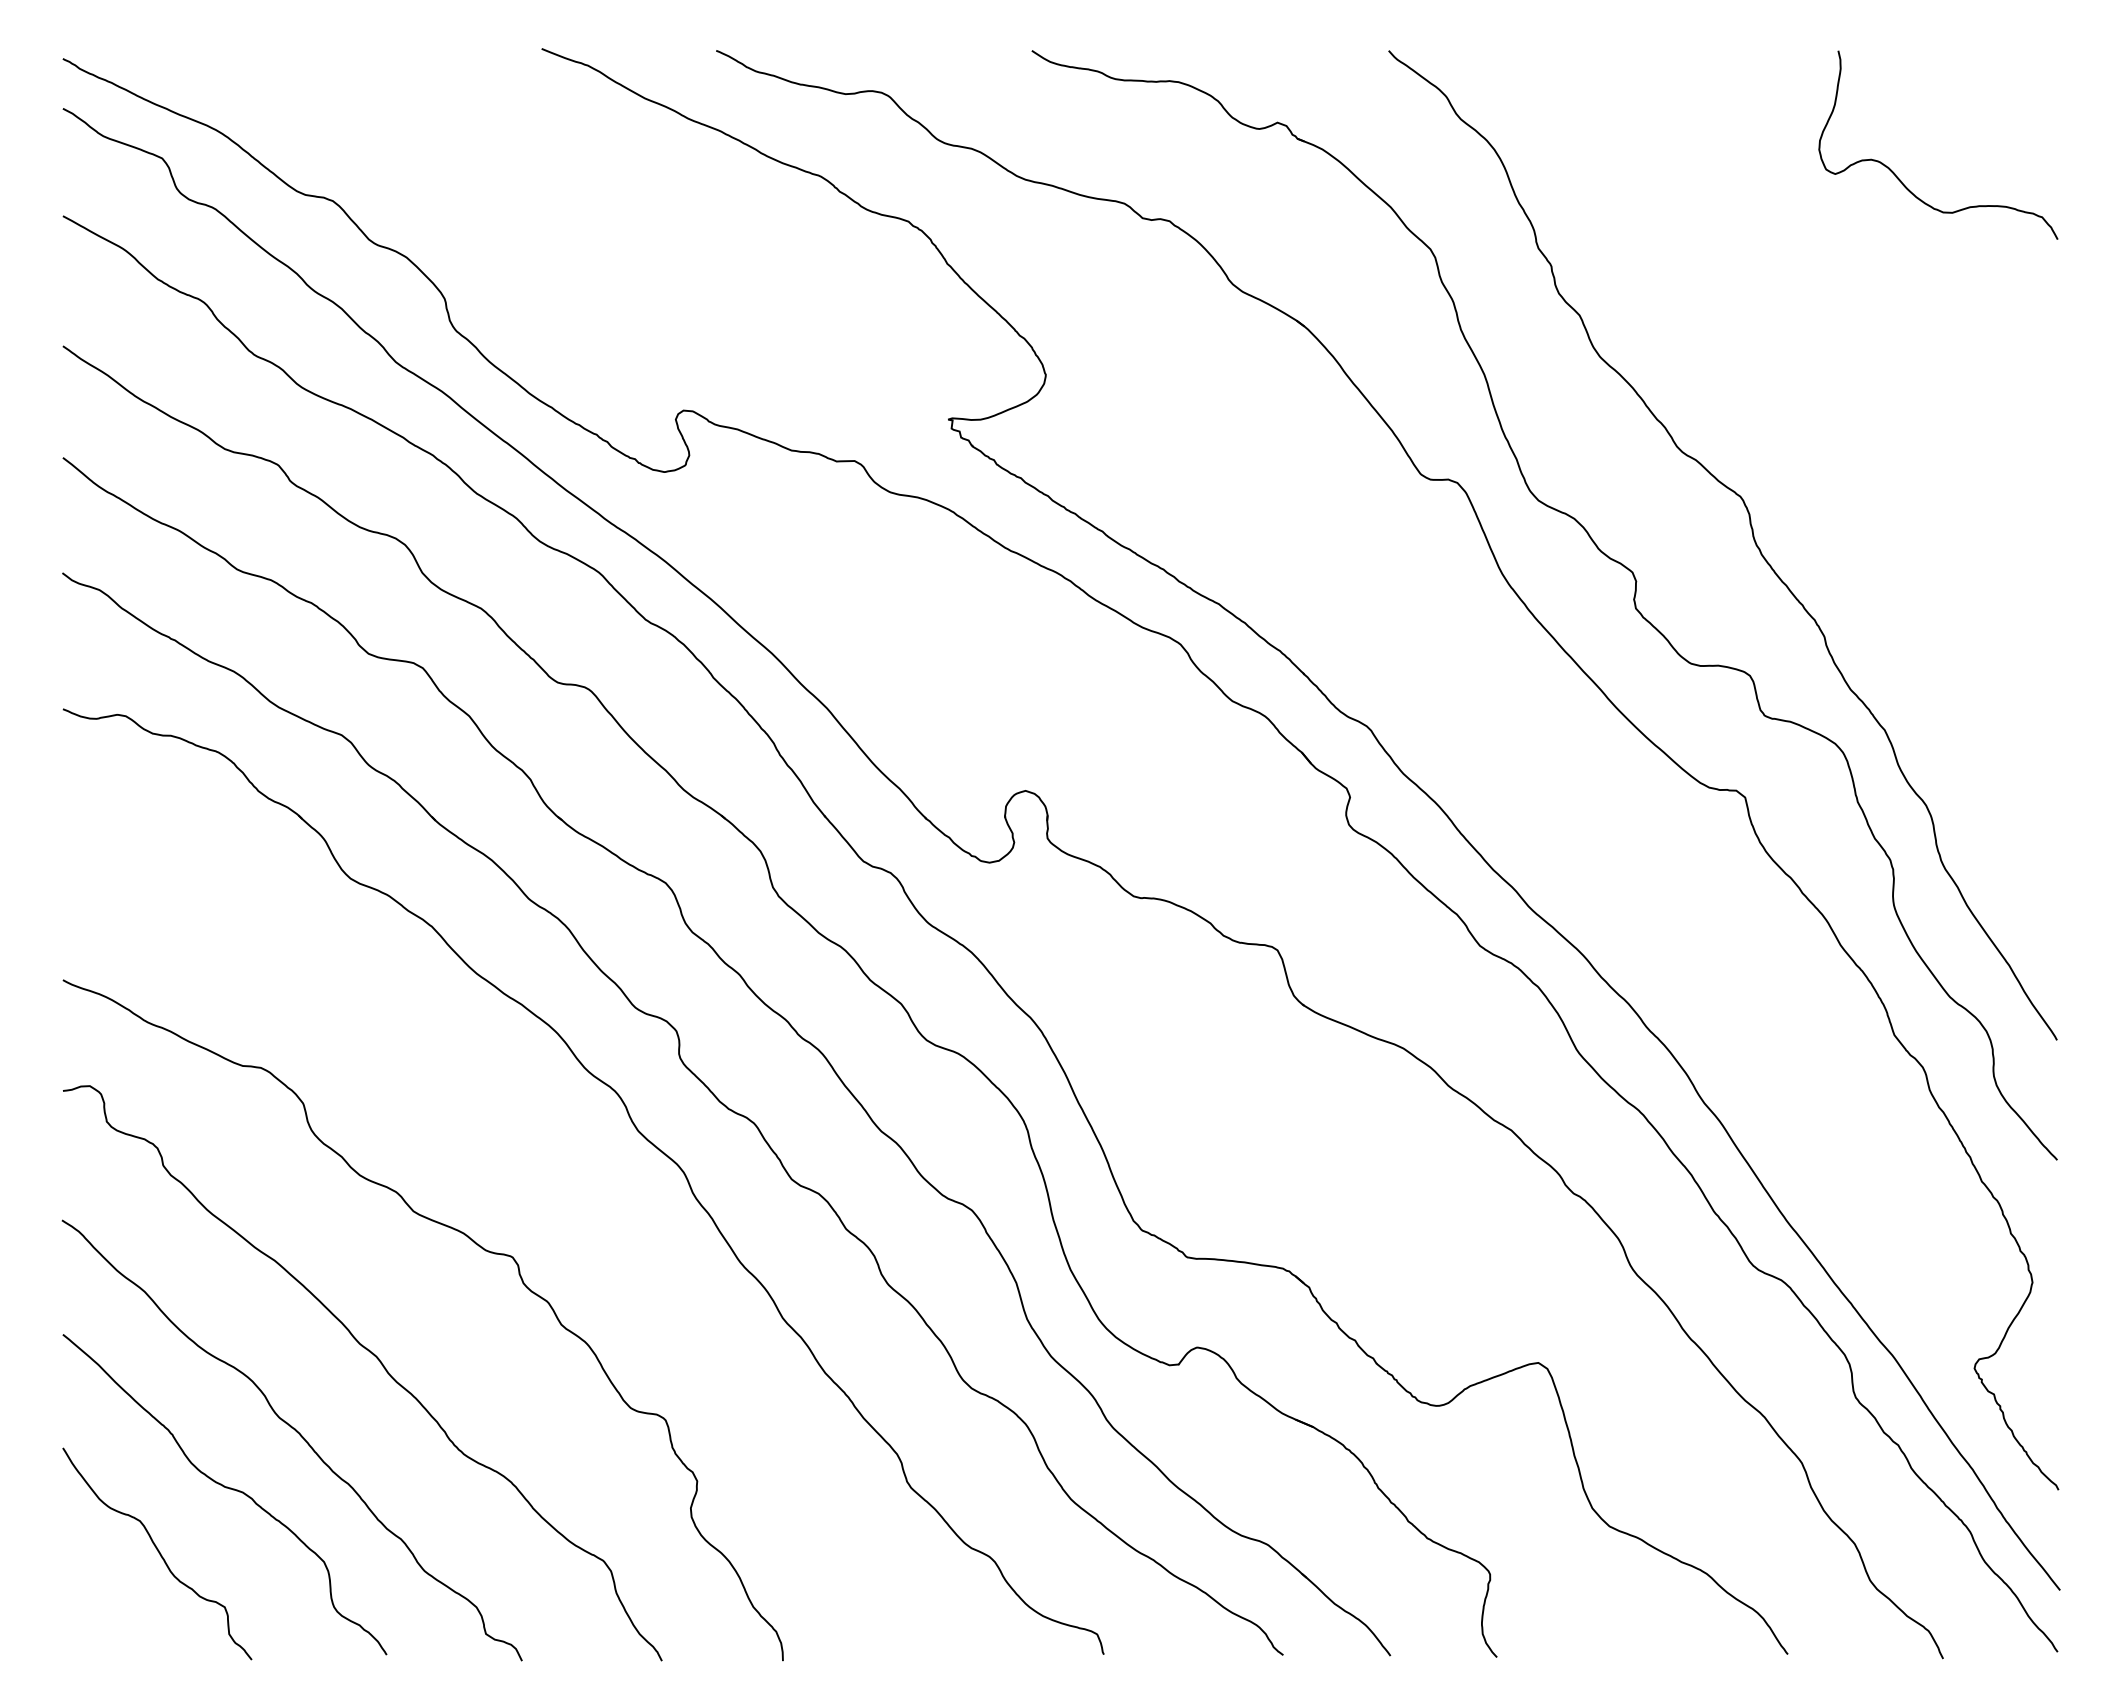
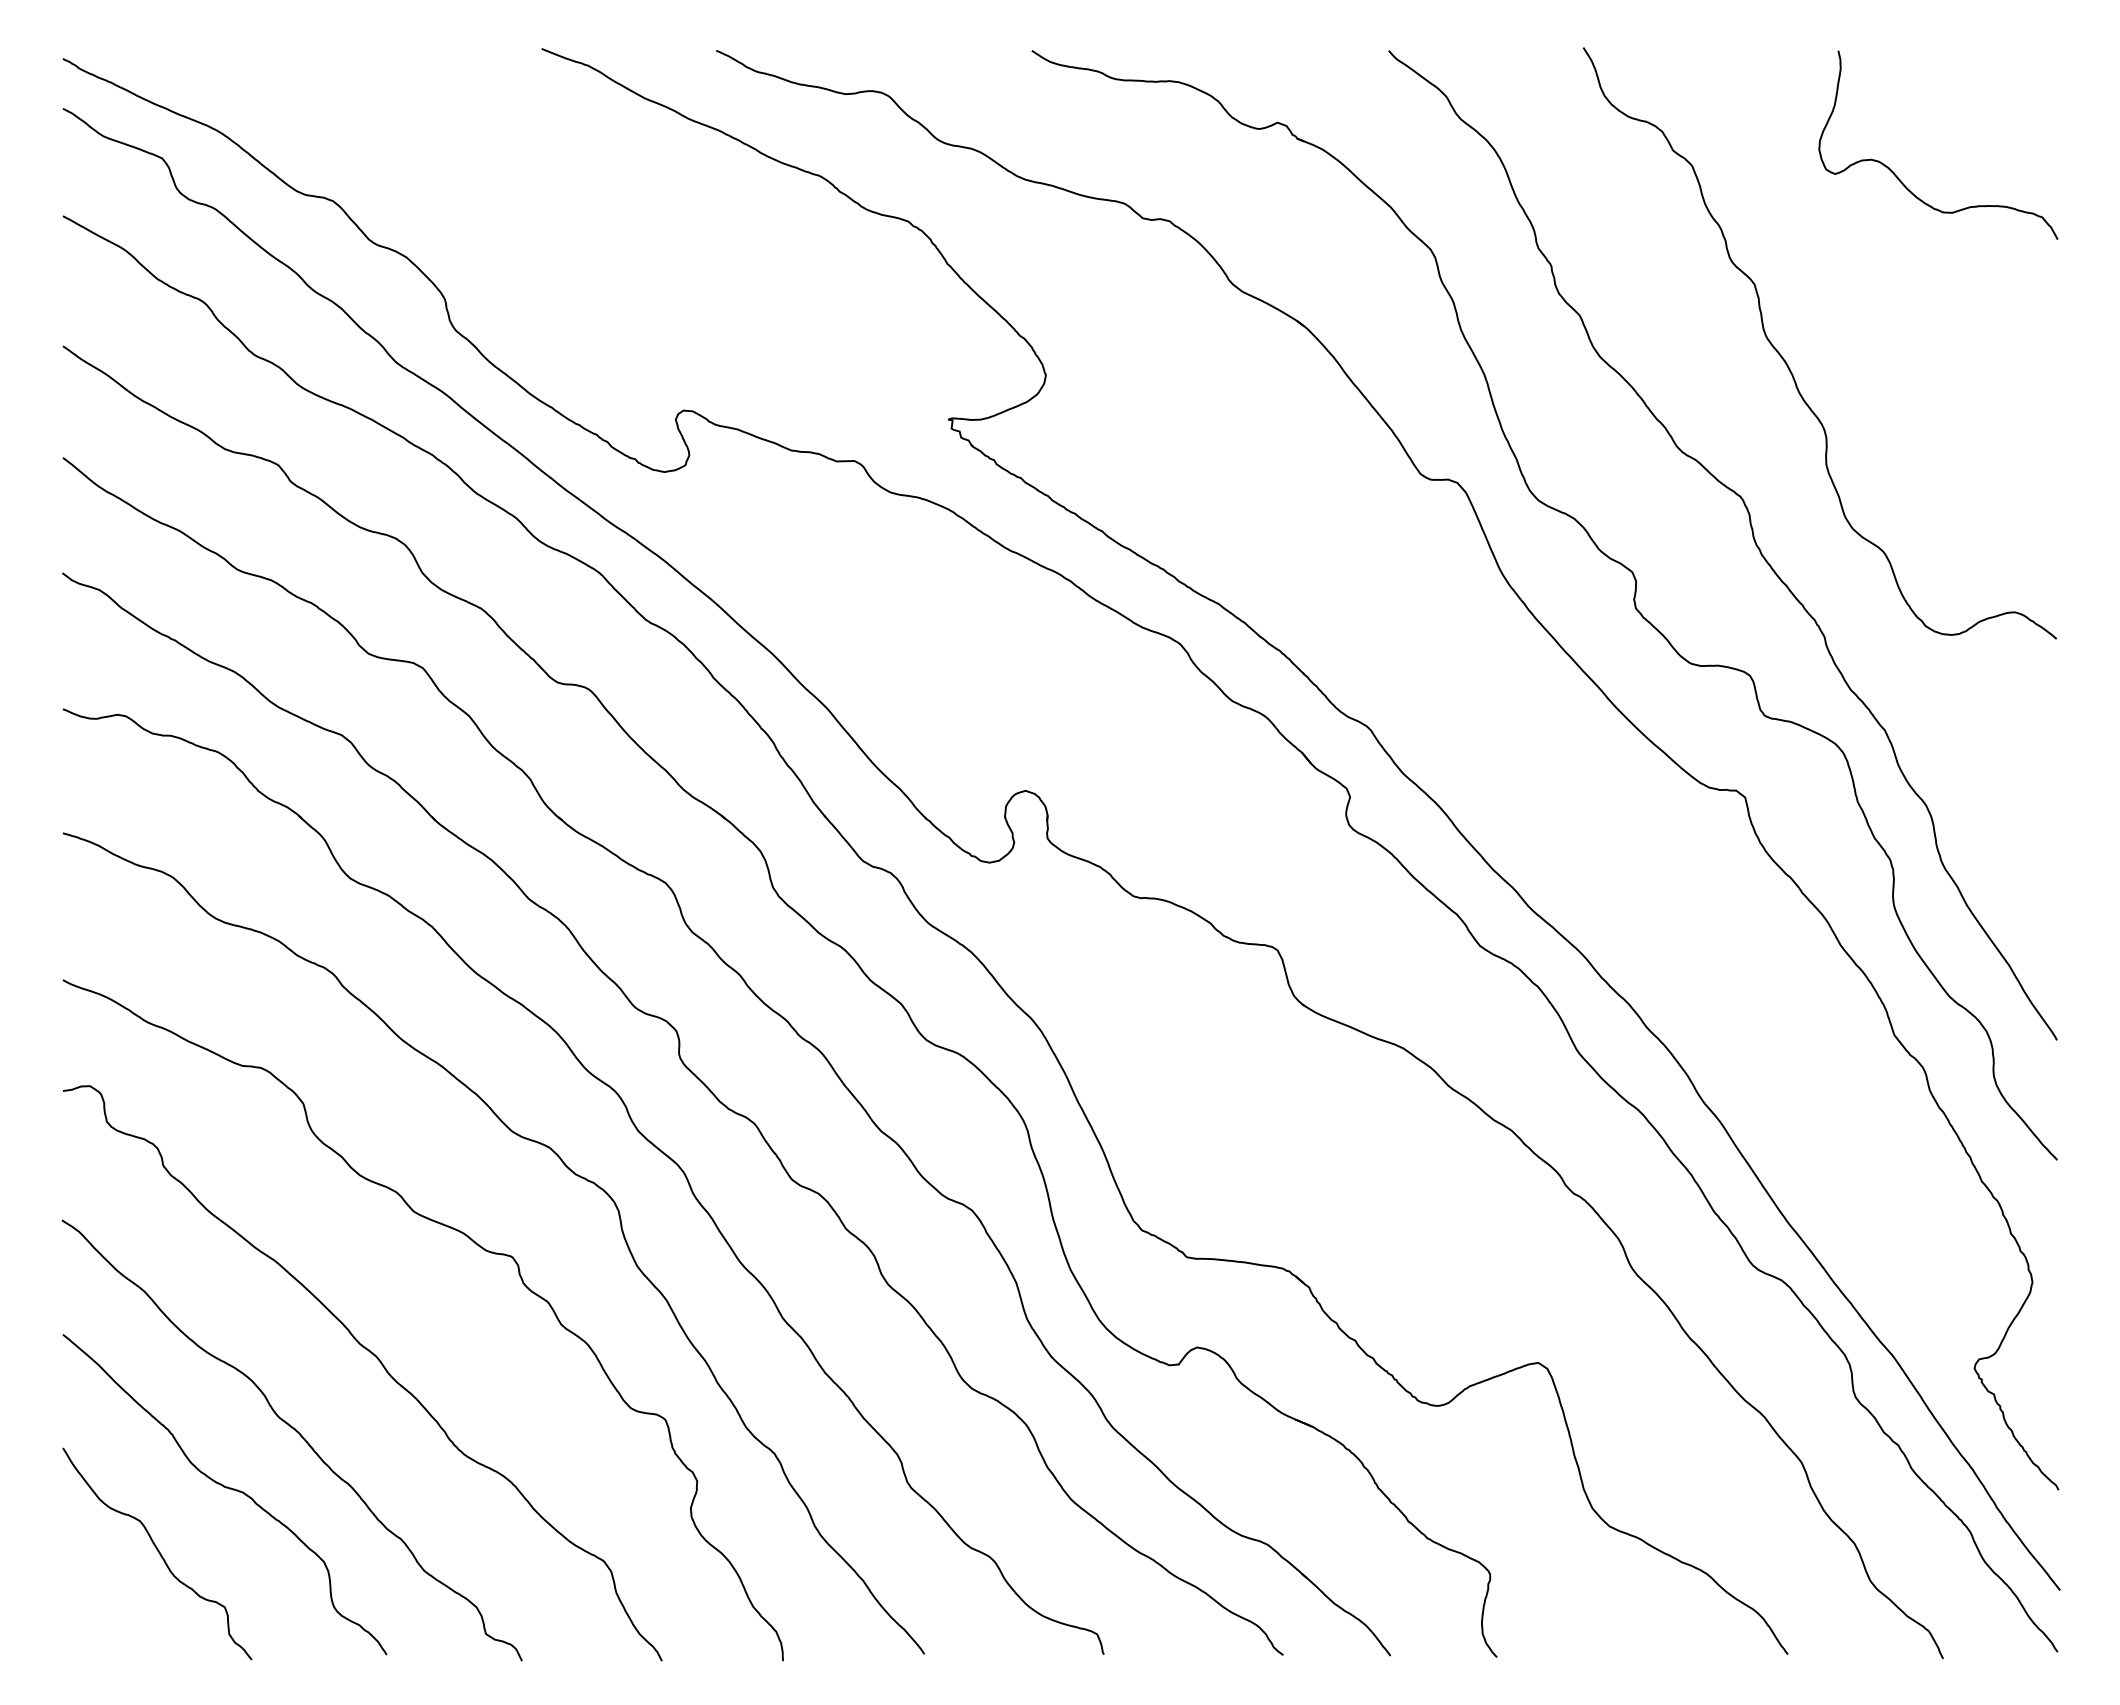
curve at (1786, 361): none -> present
curve at (567, 1168): none -> present
